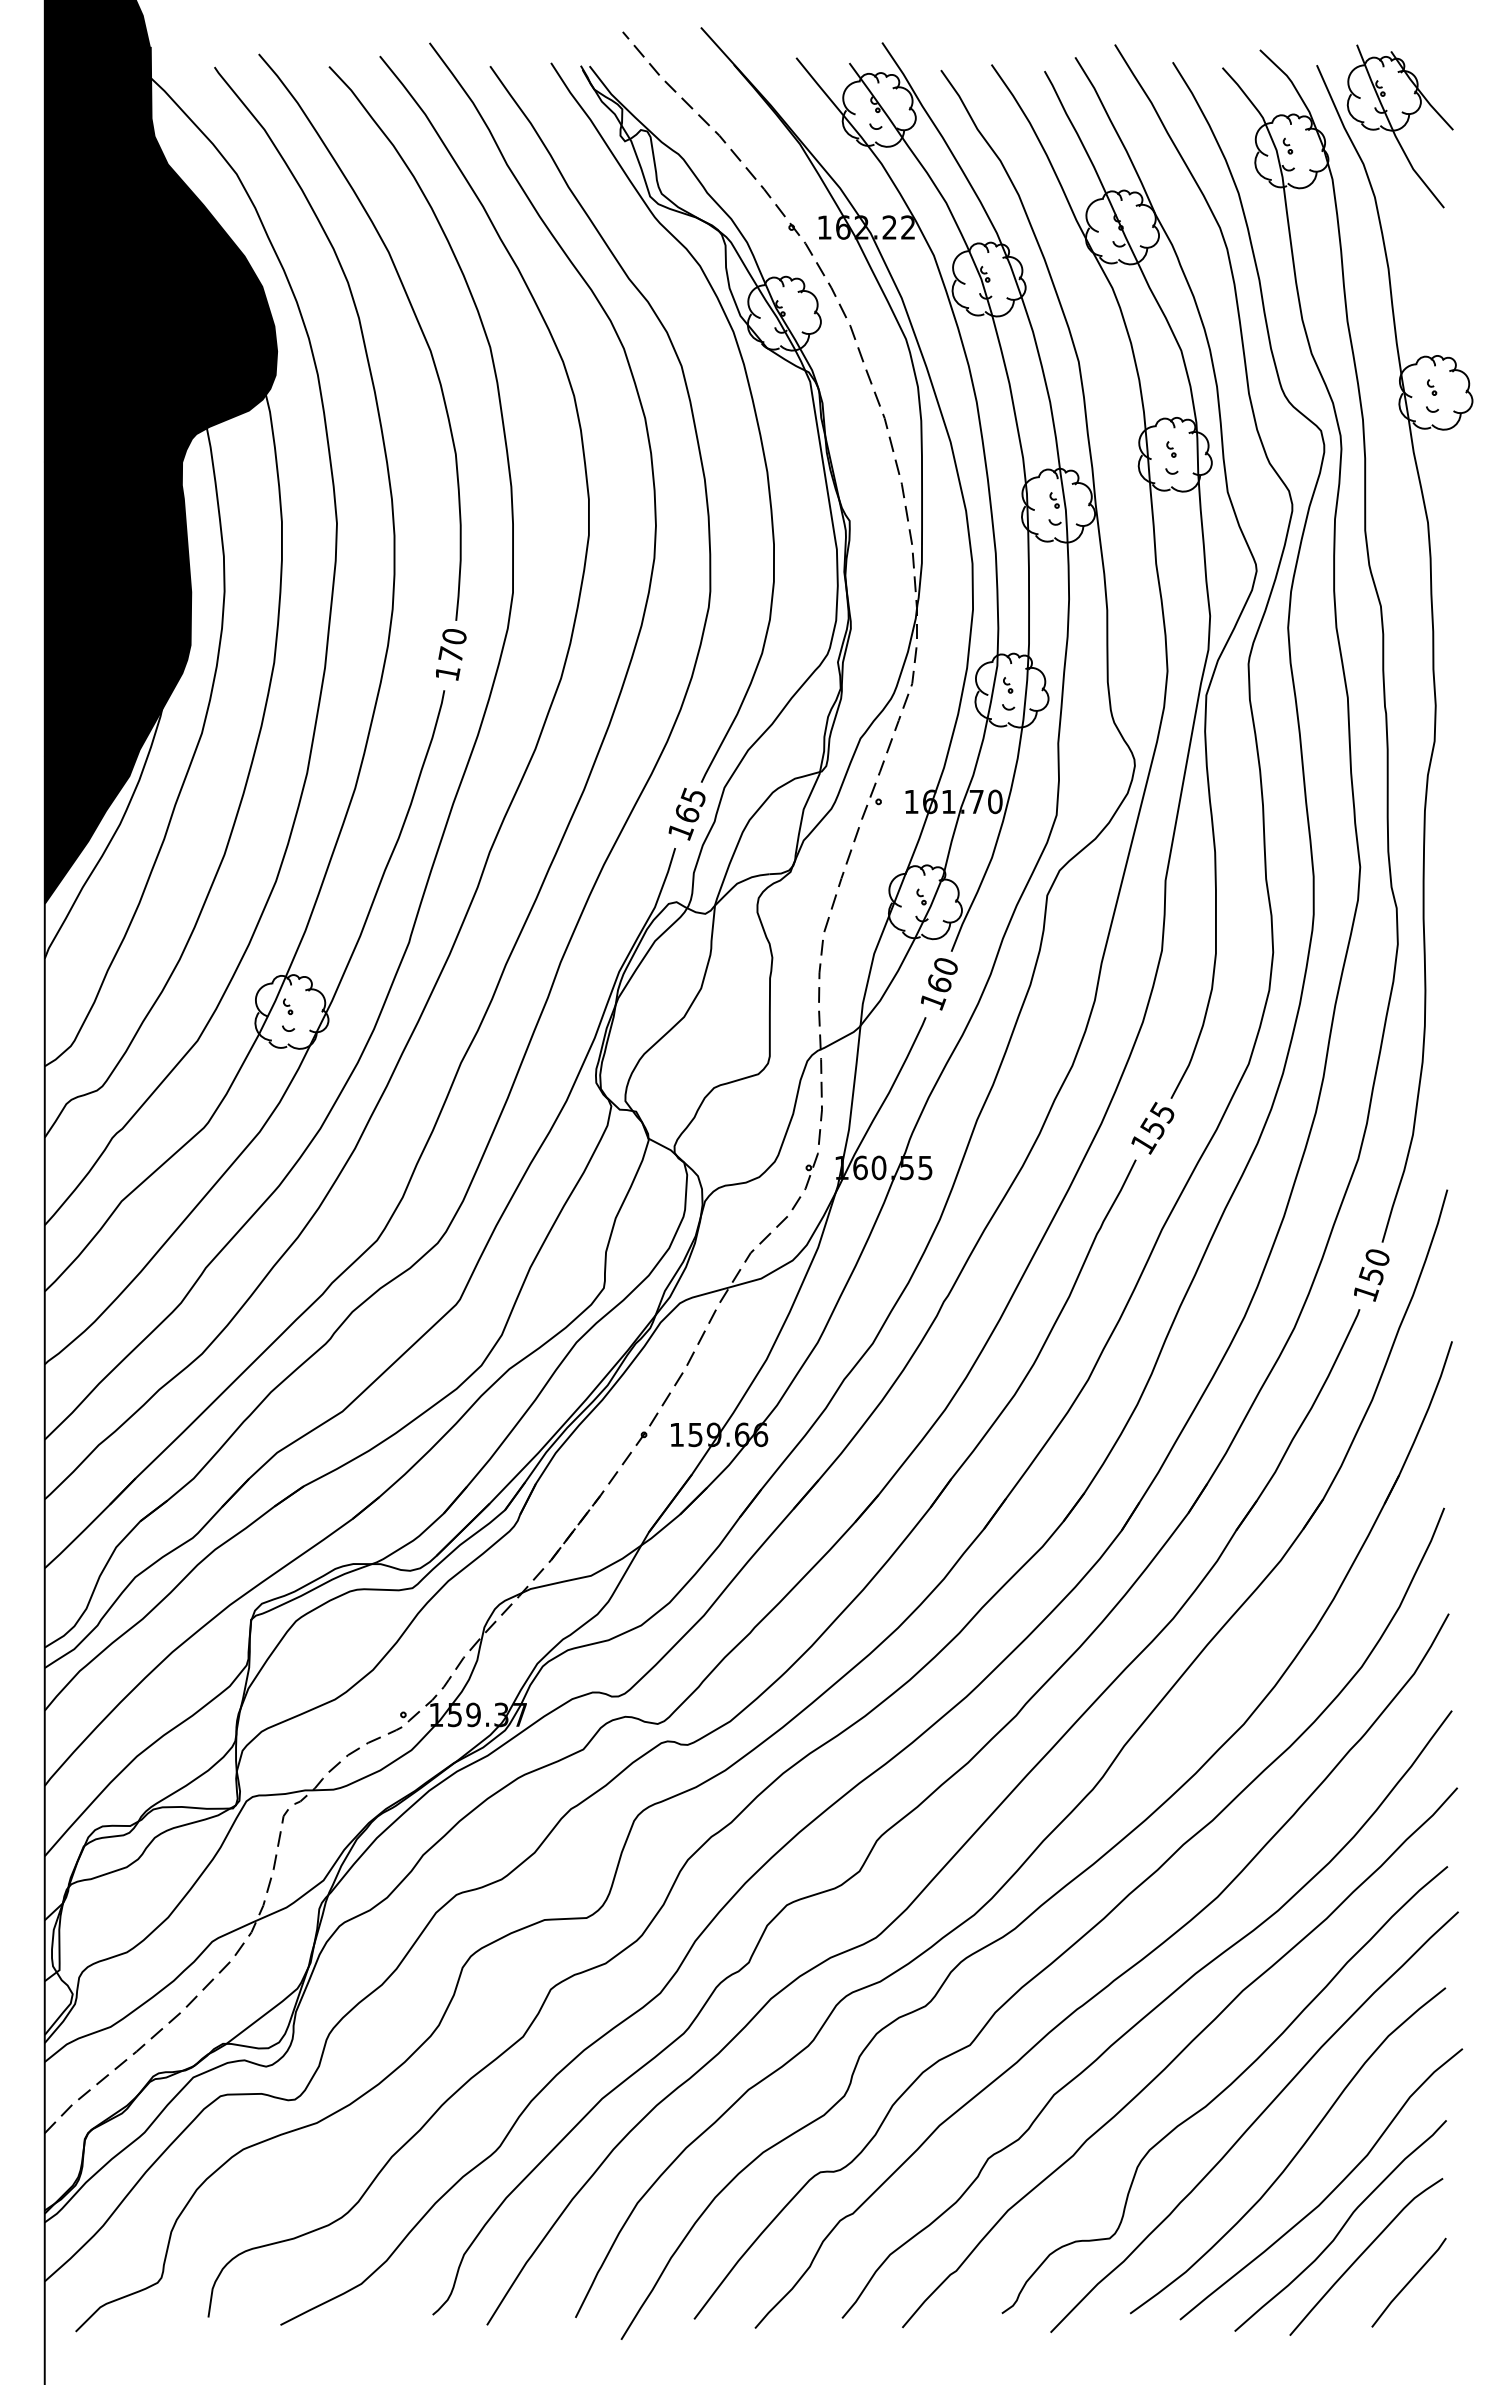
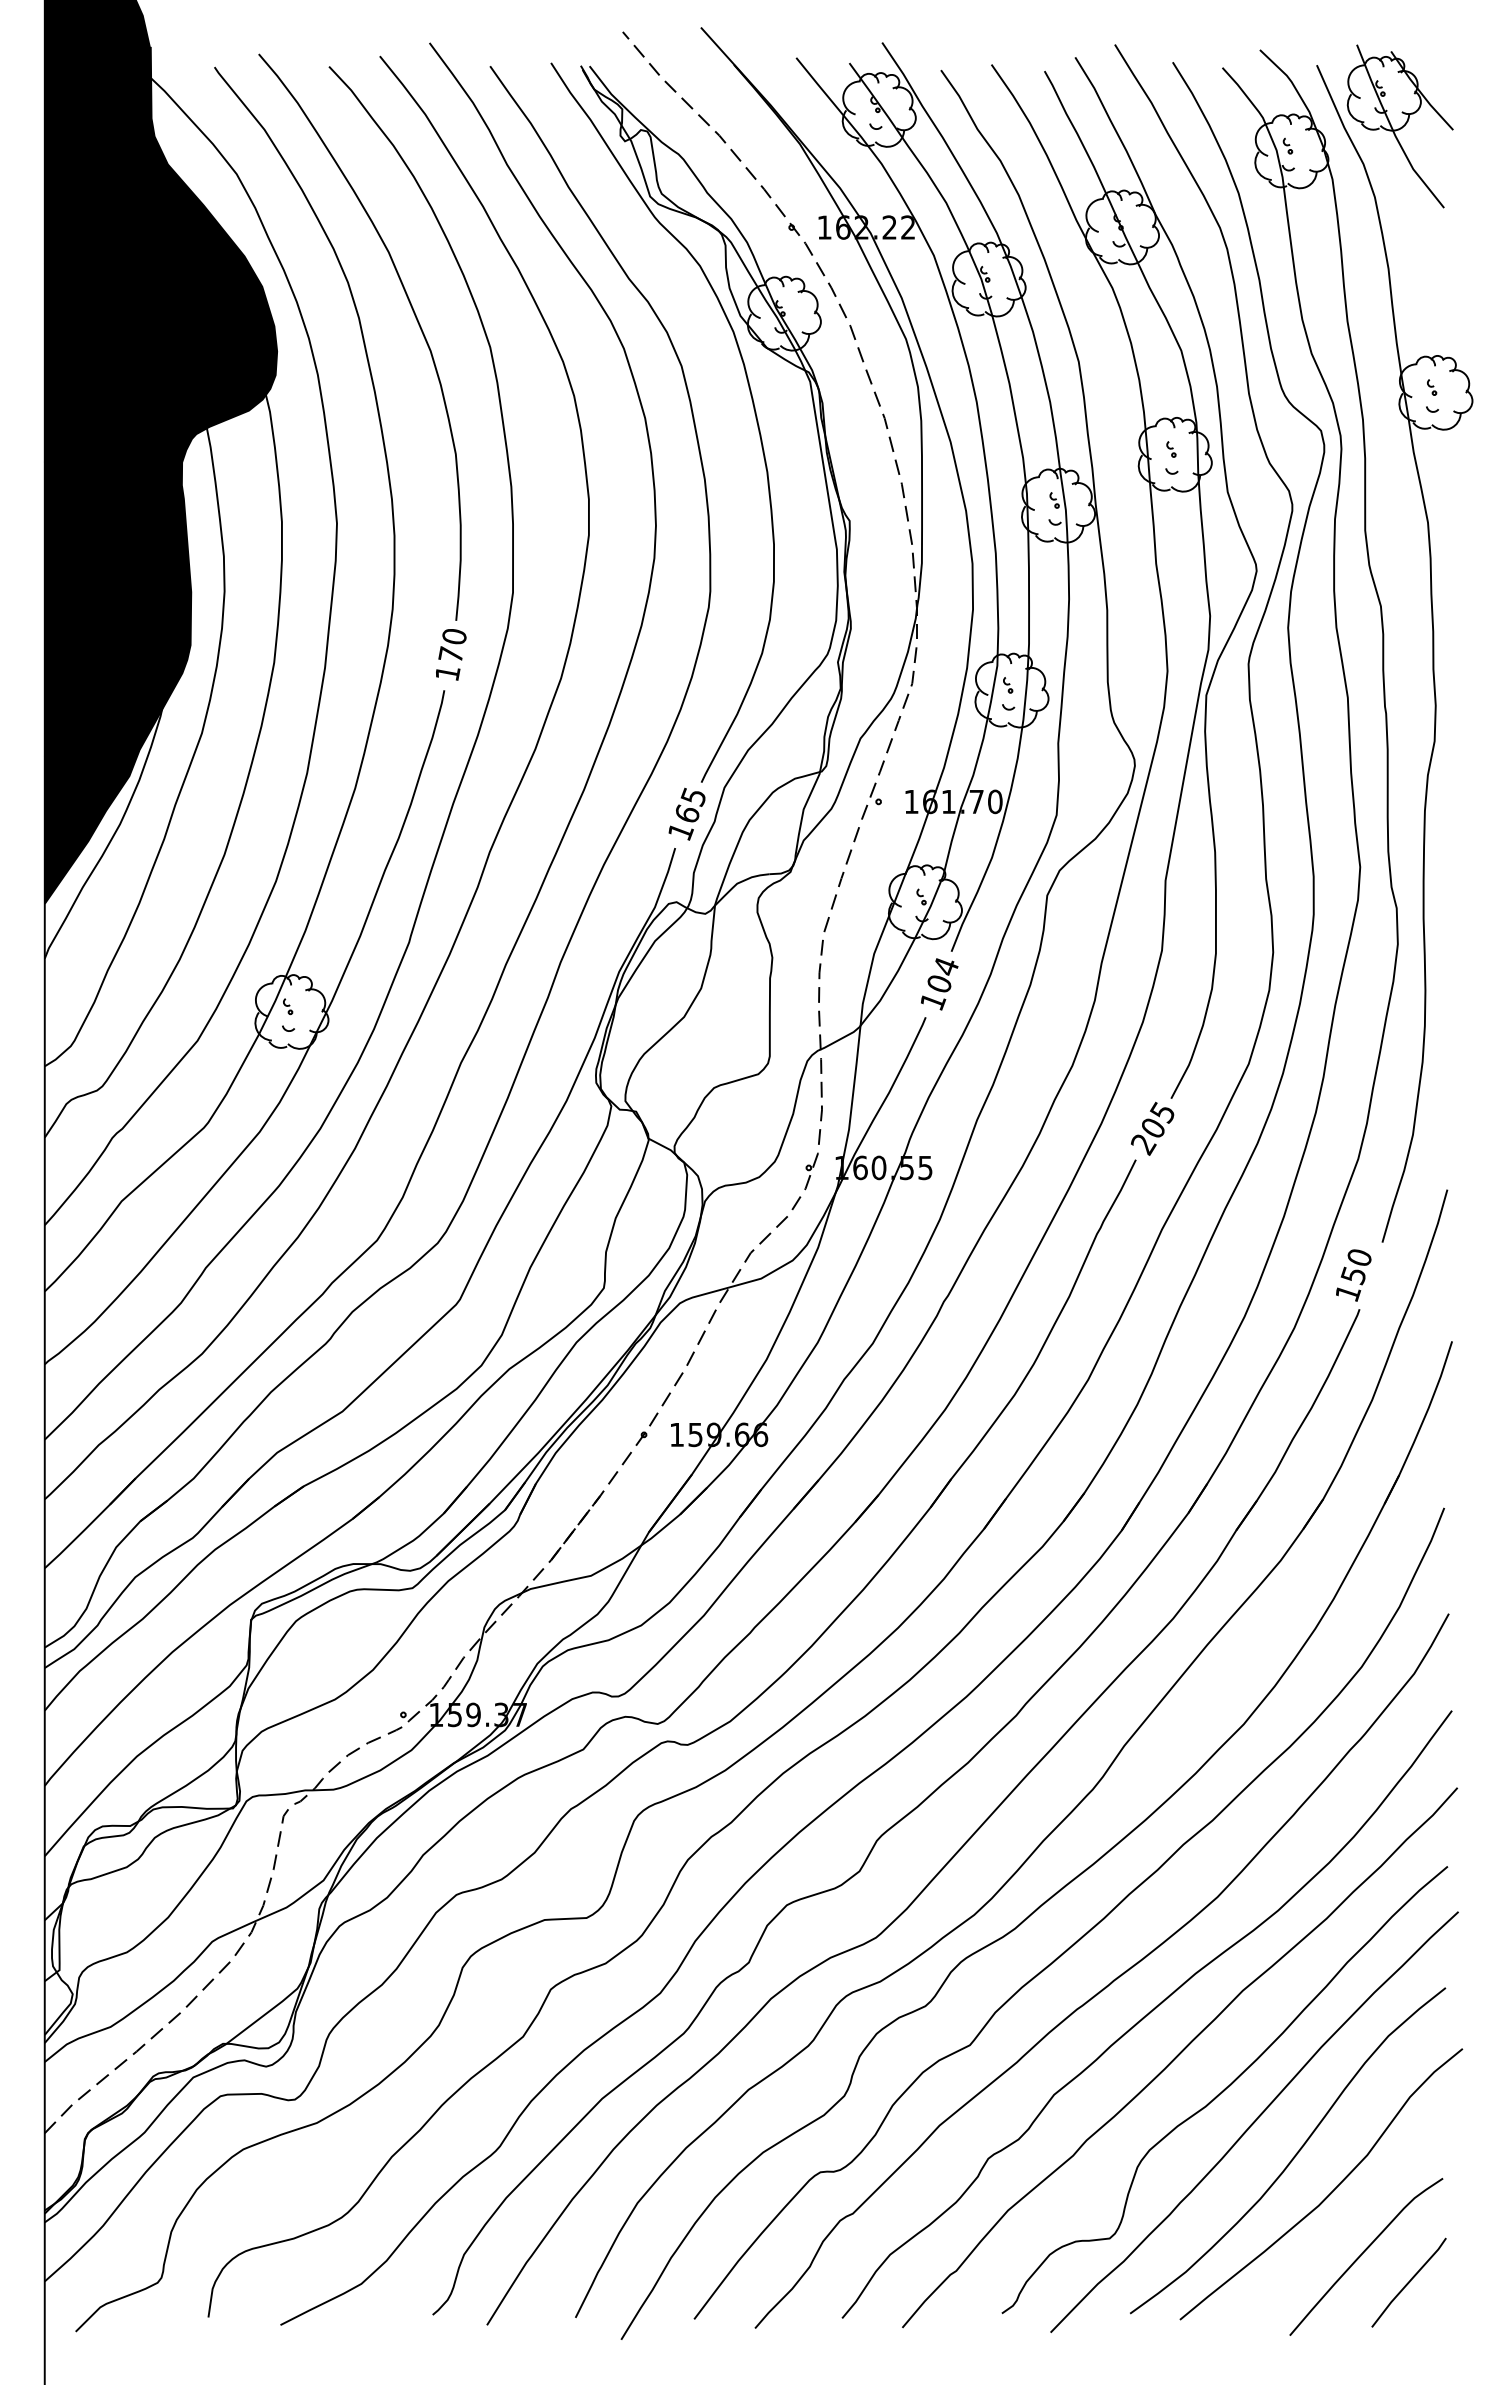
text at (942, 975): 160 -> 104
text at (1147, 1136): 155 -> 205
text at (1371, 1275) position: (1371, 1275) -> (1353, 1275)
curve at (1342, 2225): present -> none
